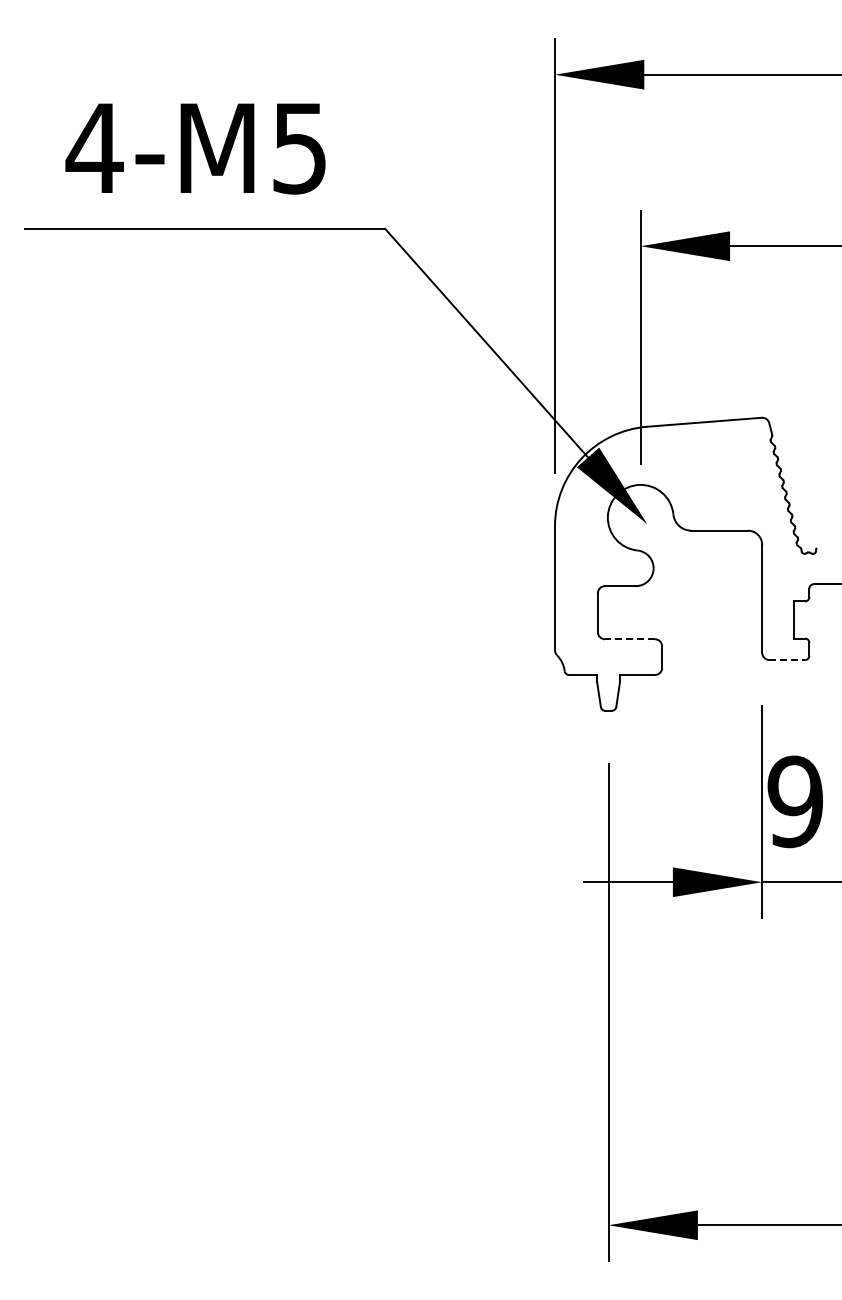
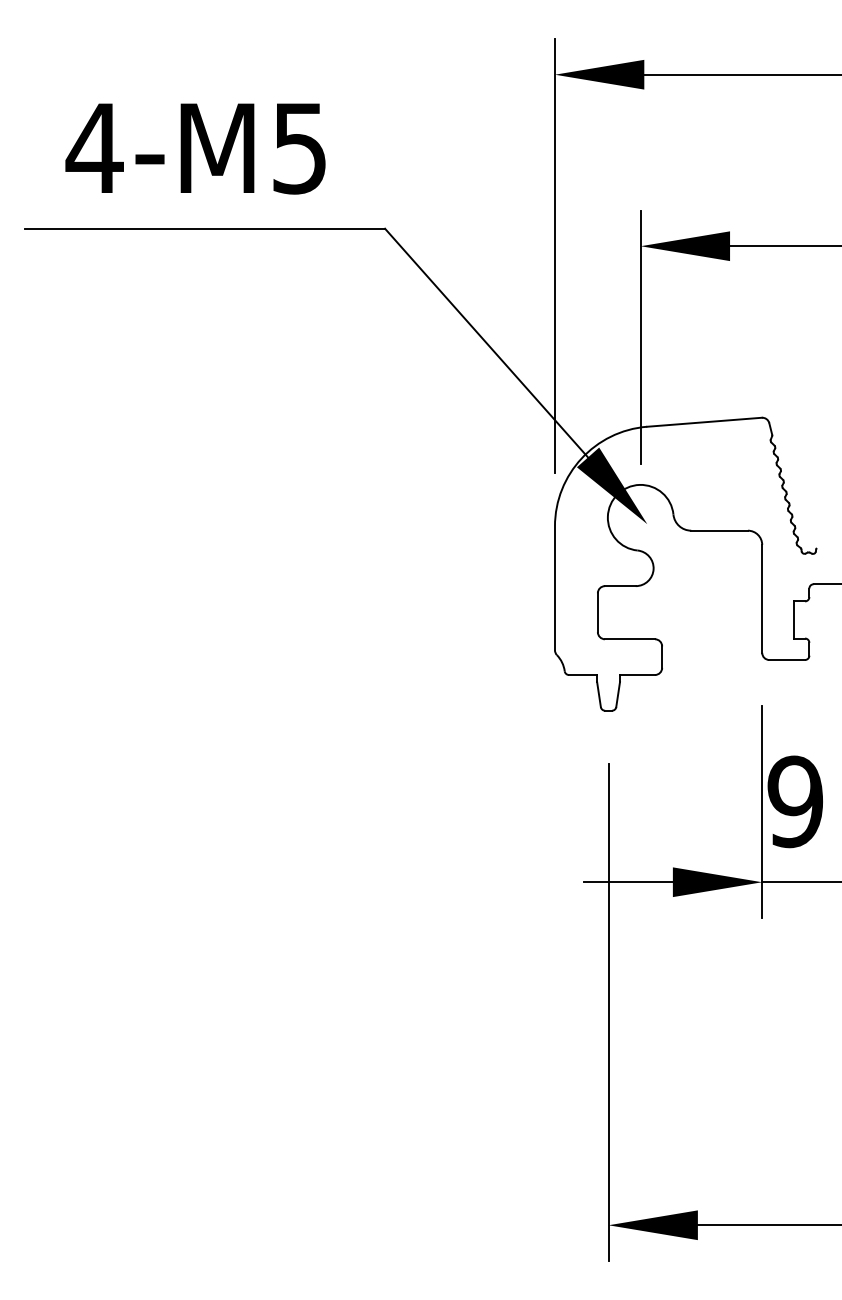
line at (629, 639): dashed -> solid
line at (787, 660): dashed -> solid
